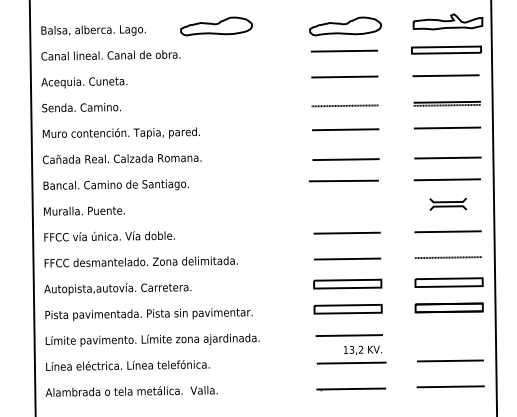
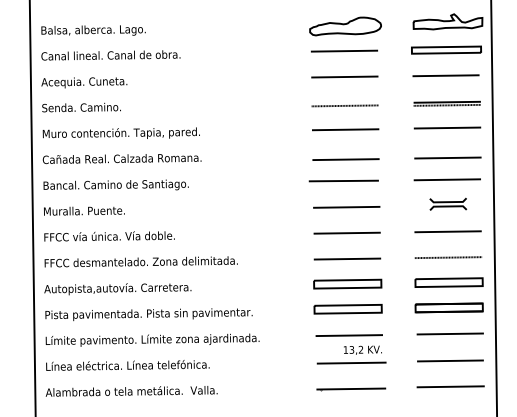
part at (216, 26): present -> none
line at (346, 207): none -> present
line at (449, 333): none -> present
